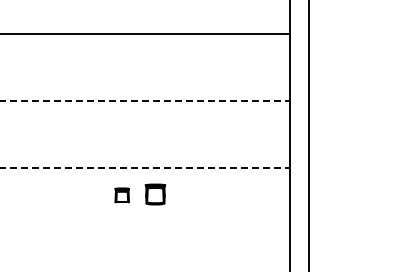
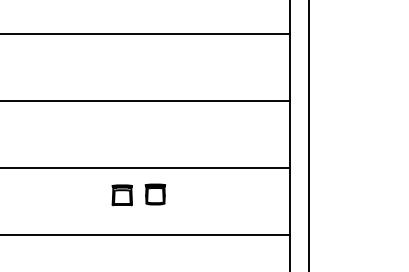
line at (145, 101): dashed -> solid
line at (145, 168): dashed -> solid
part at (121, 195) size: 16x17 px -> 22x23 px
line at (146, 235): none -> present
